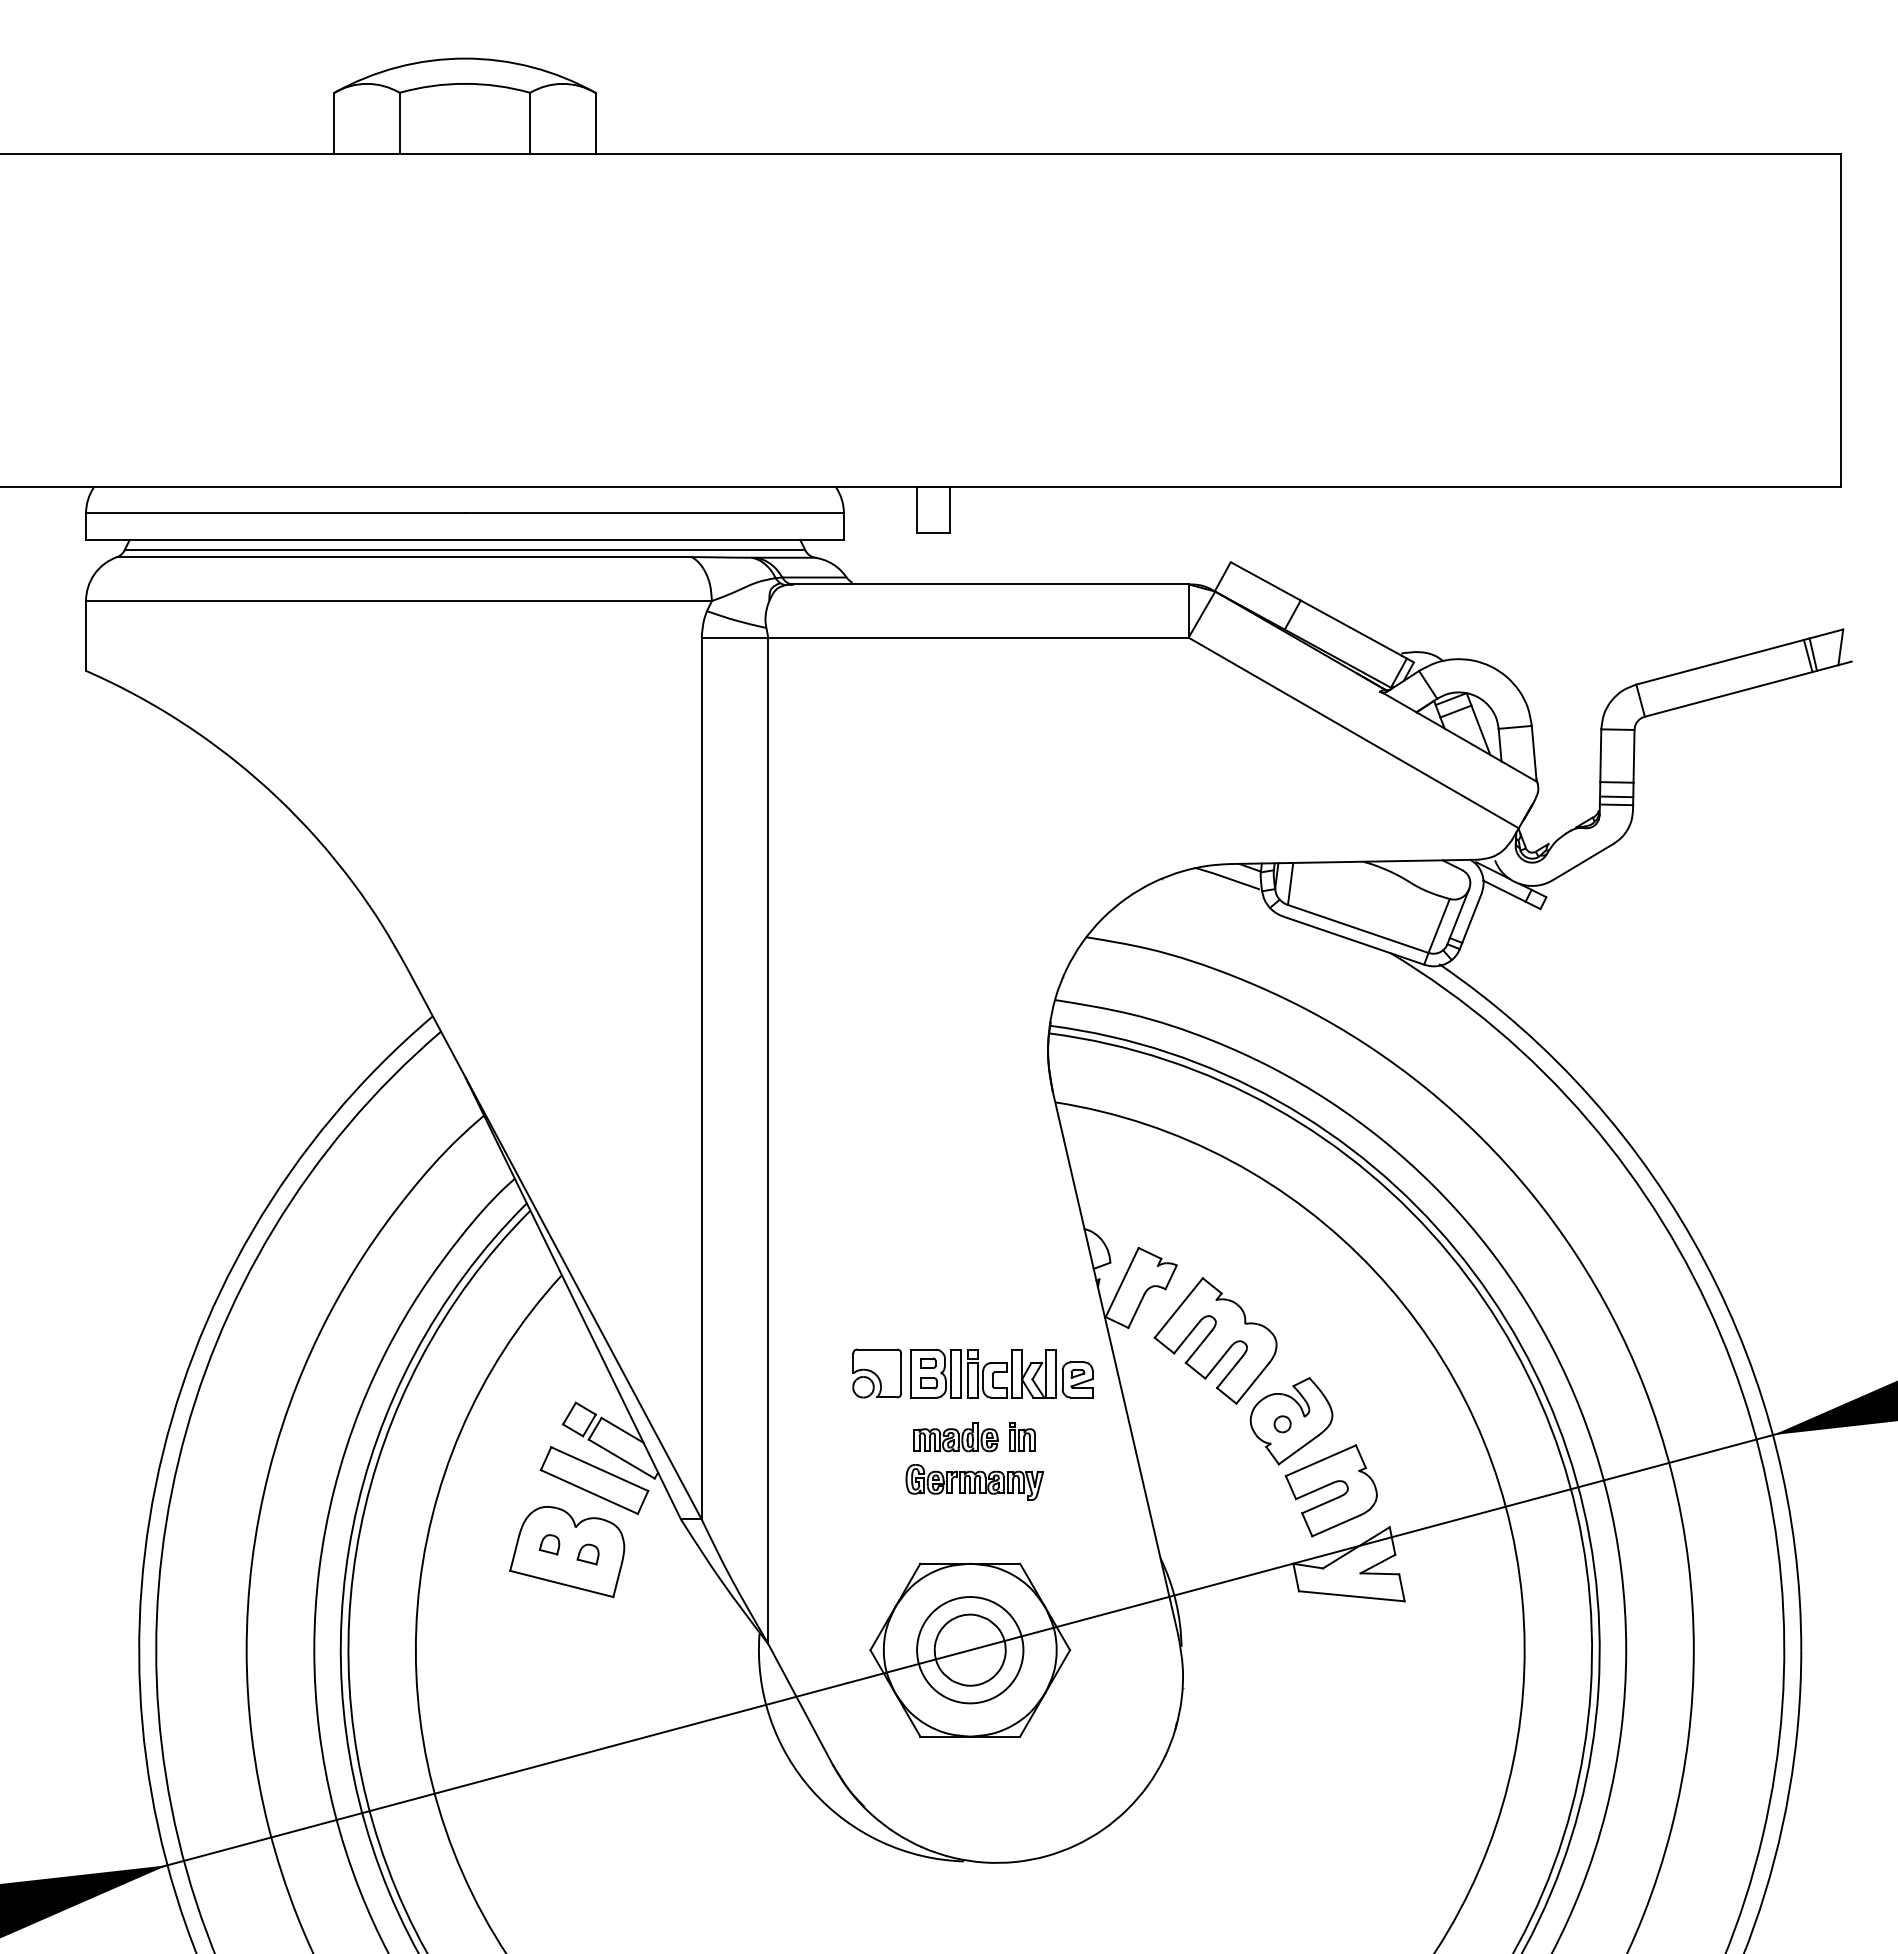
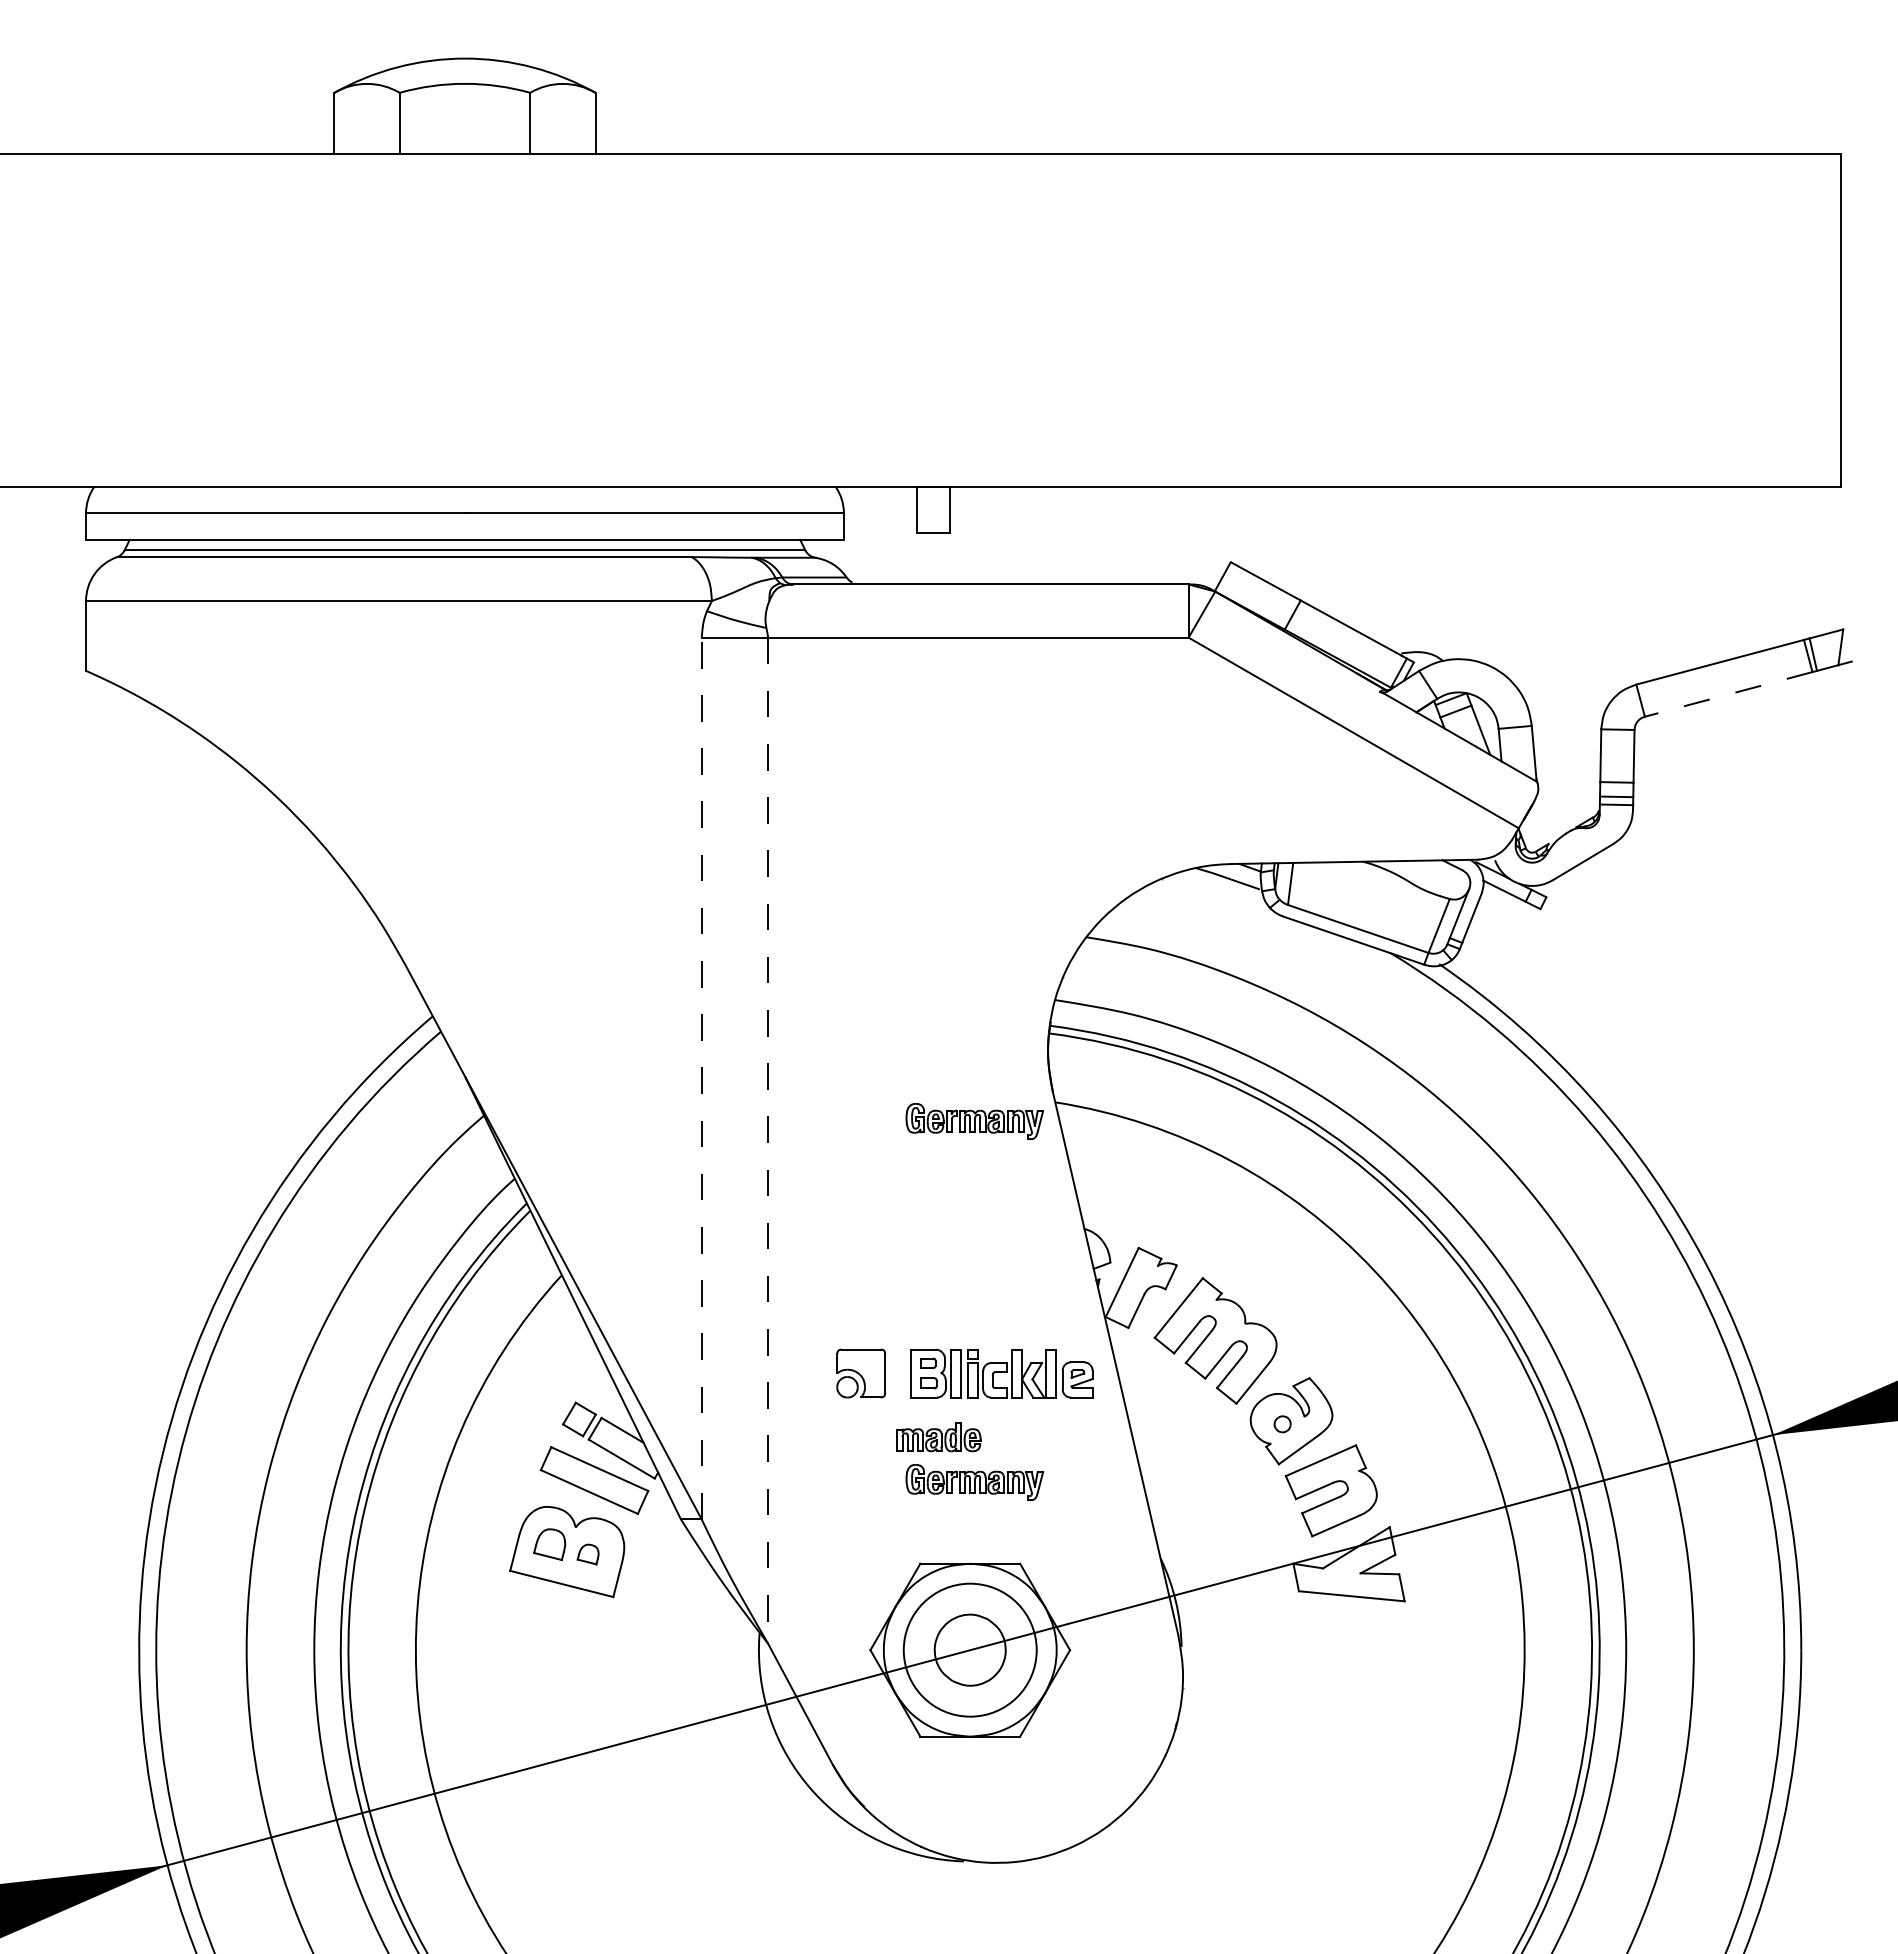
line at (1728, 694): solid -> dashed
line at (701, 1078): solid -> dashed
part at (974, 1121): none -> present
line at (768, 1141): solid -> dashed
part at (877, 1373) position: (877, 1373) -> (861, 1373)
part at (1022, 1436): present -> none
part at (955, 1437) position: (955, 1437) -> (938, 1437)
part at (549, 1544) size: 23x22 px -> 34x34 px
circle at (970, 1650) diameter: 106 px -> 133 px
